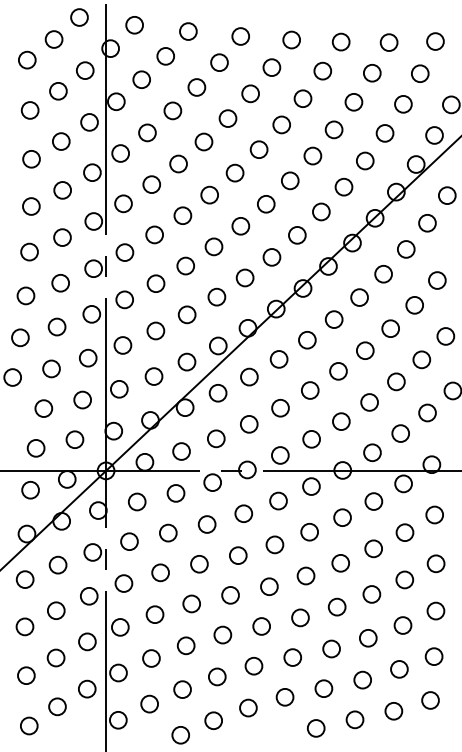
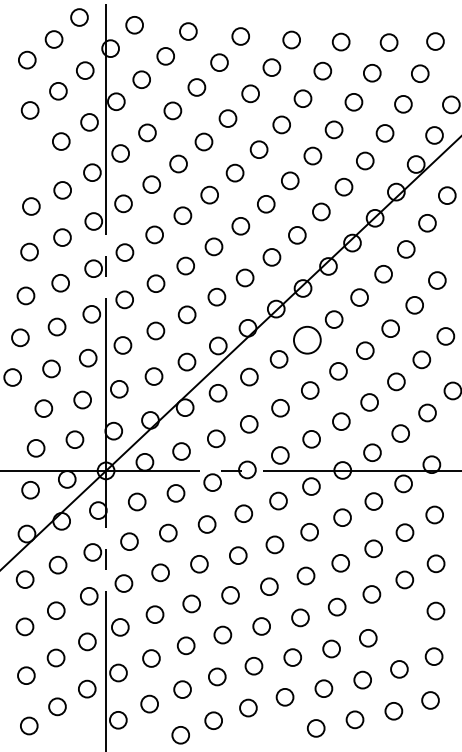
circle at (31, 159): present -> none
circle at (306, 339) diameter: 17 px -> 27 px
circle at (402, 625): present -> none
